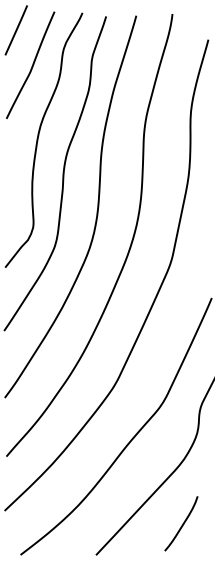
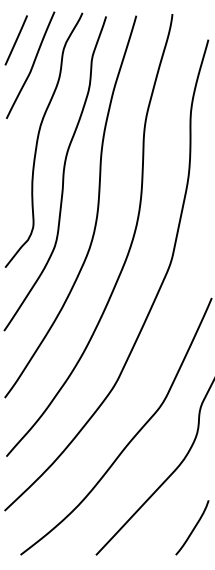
line at (15, 30) position: (15, 30) -> (15, 40)
curve at (182, 523) position: (182, 523) -> (193, 527)
